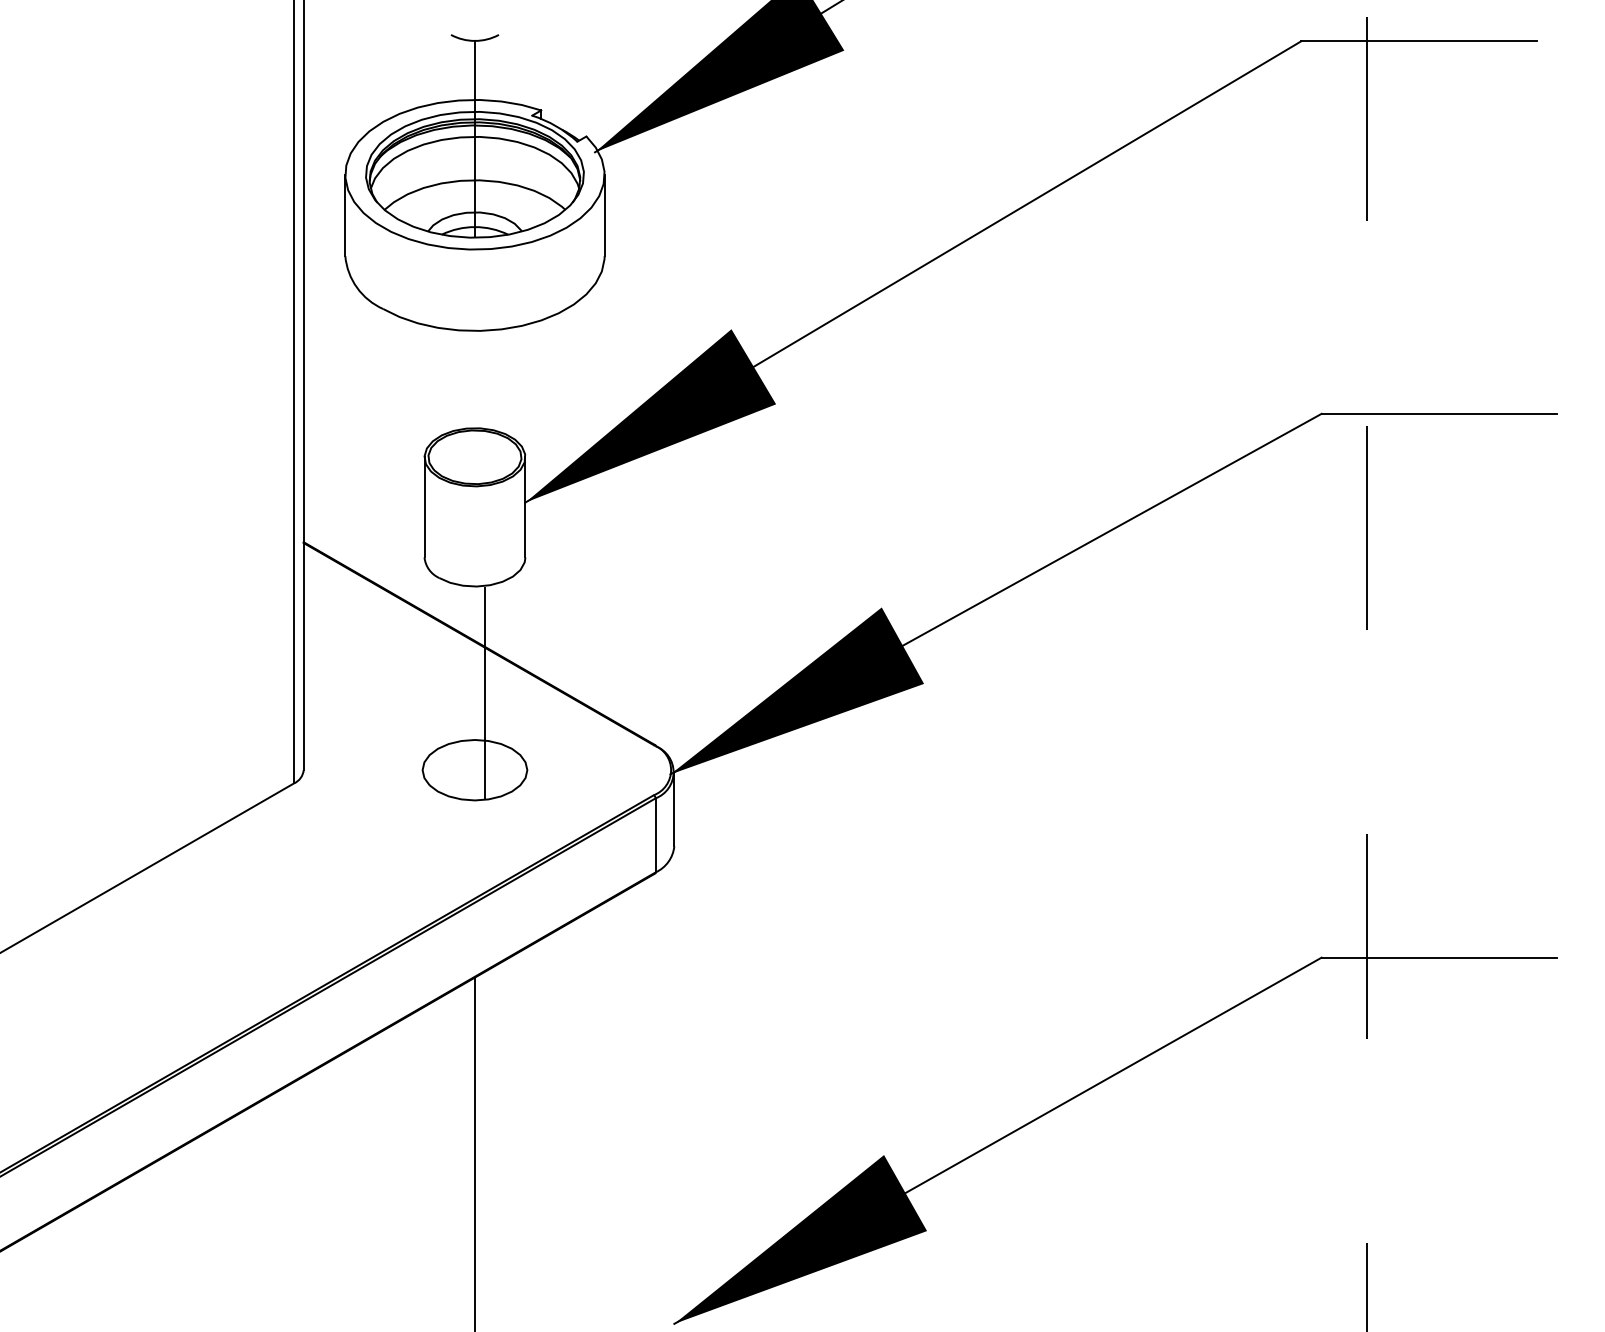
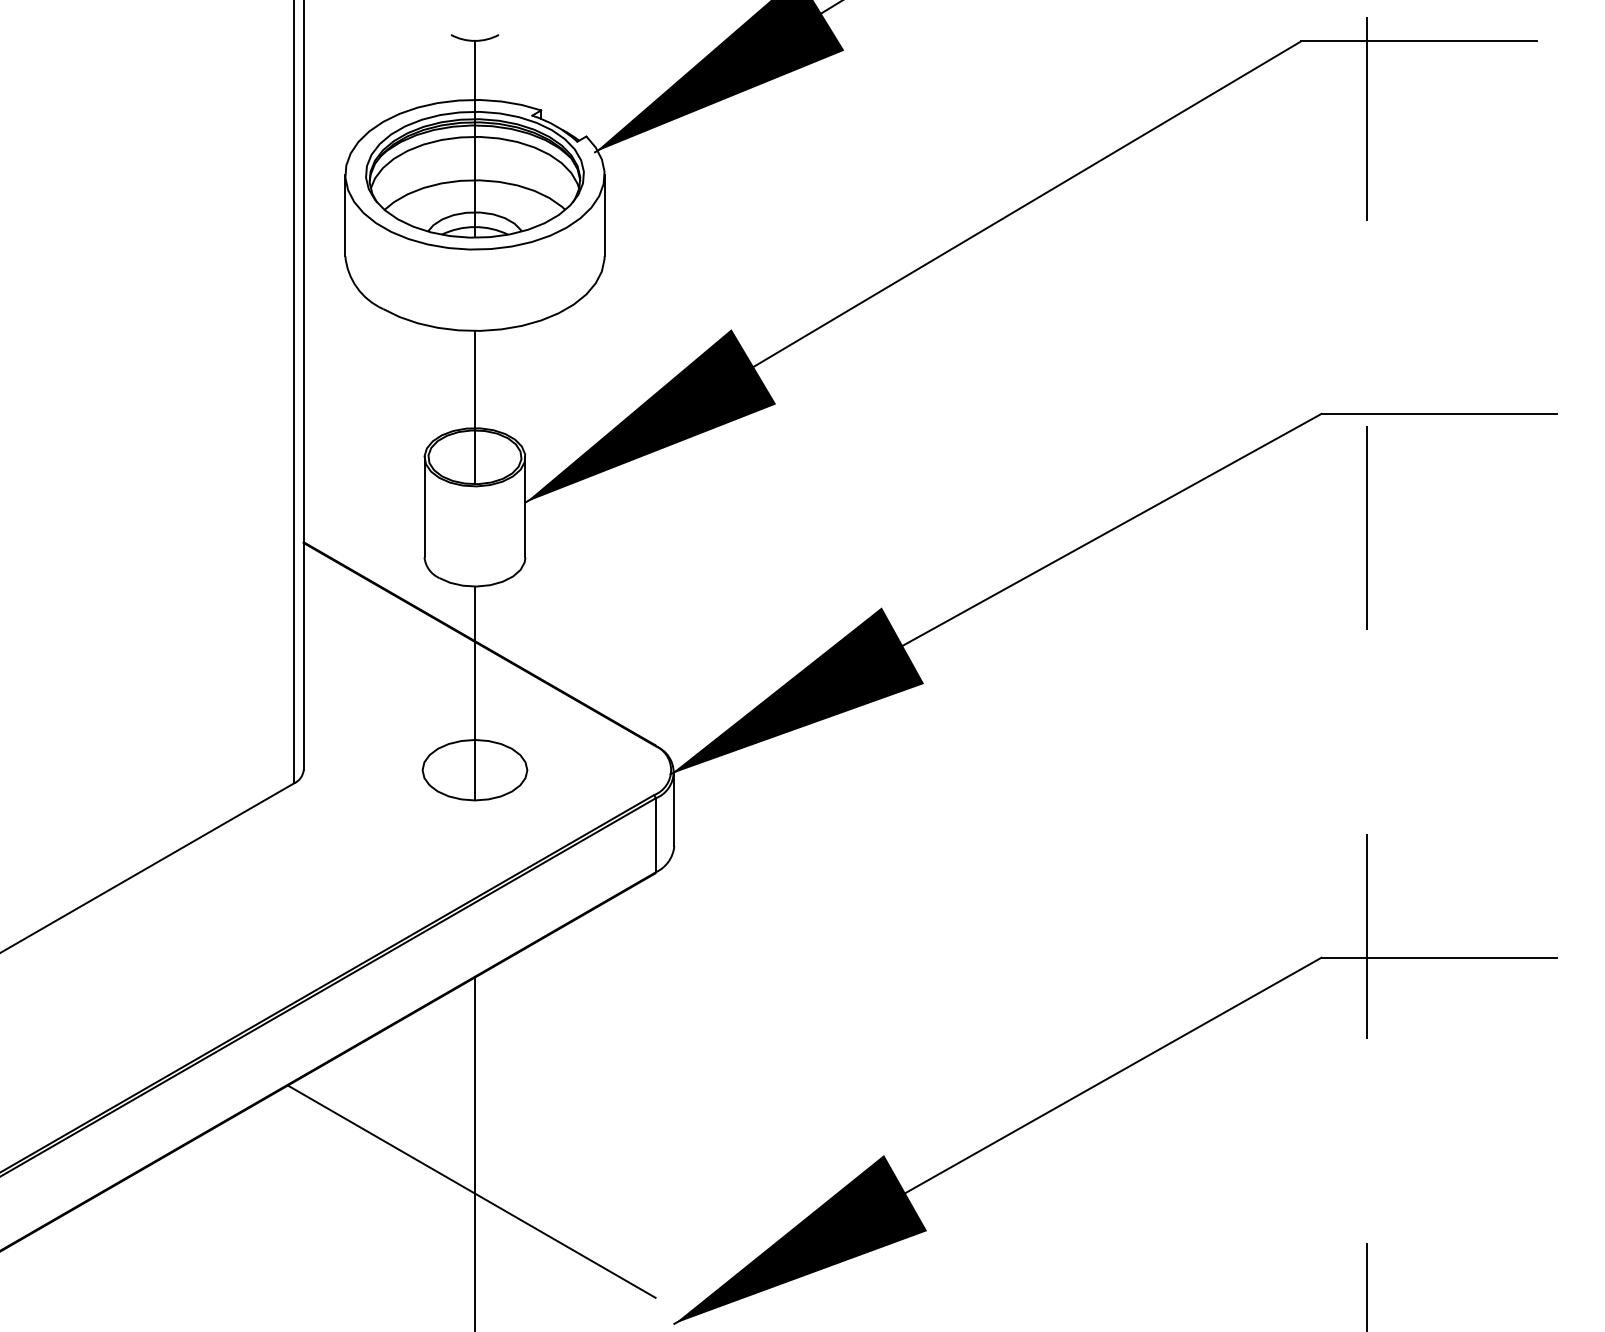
line at (474, 407): none -> present
line at (484, 693) position: (484, 693) -> (474, 693)
line at (471, 1191): none -> present
